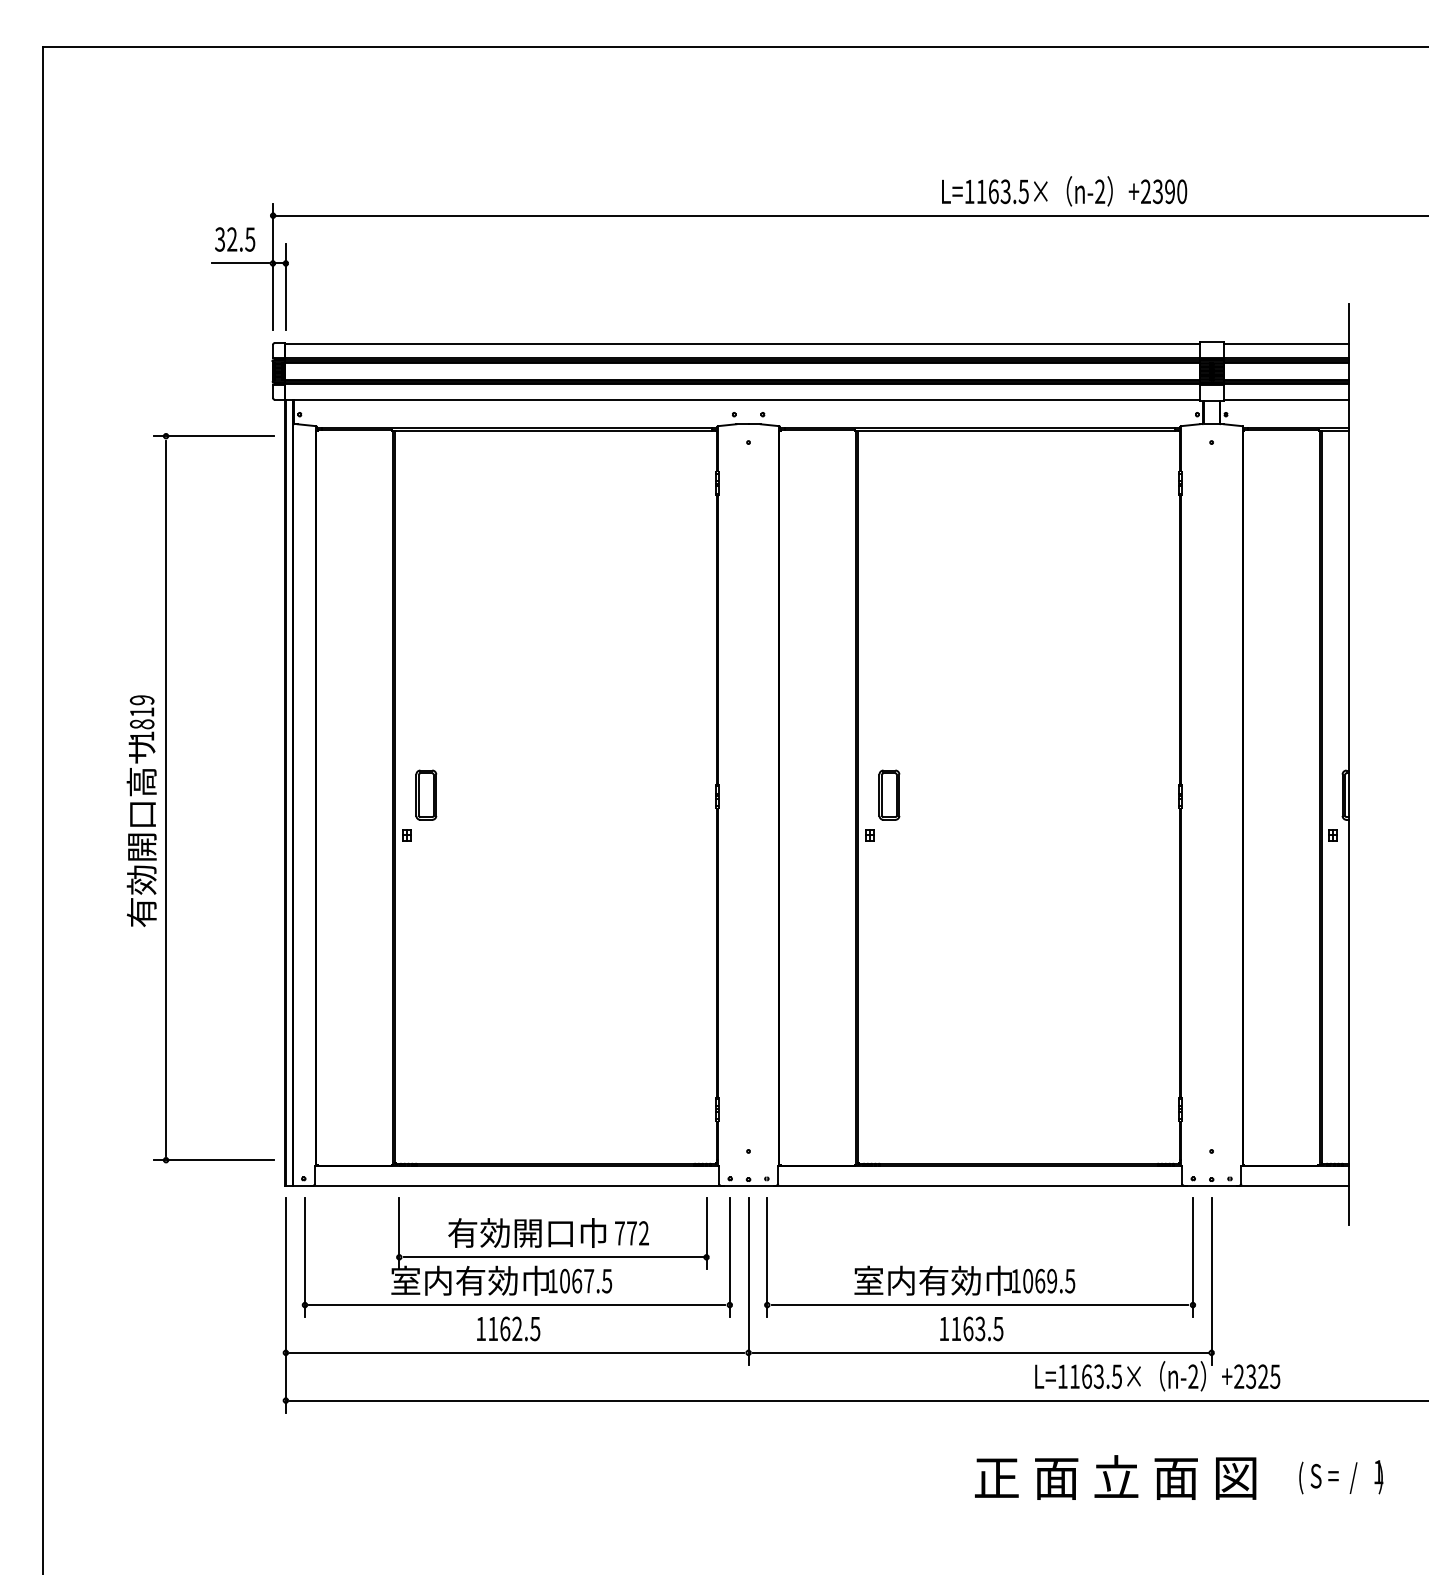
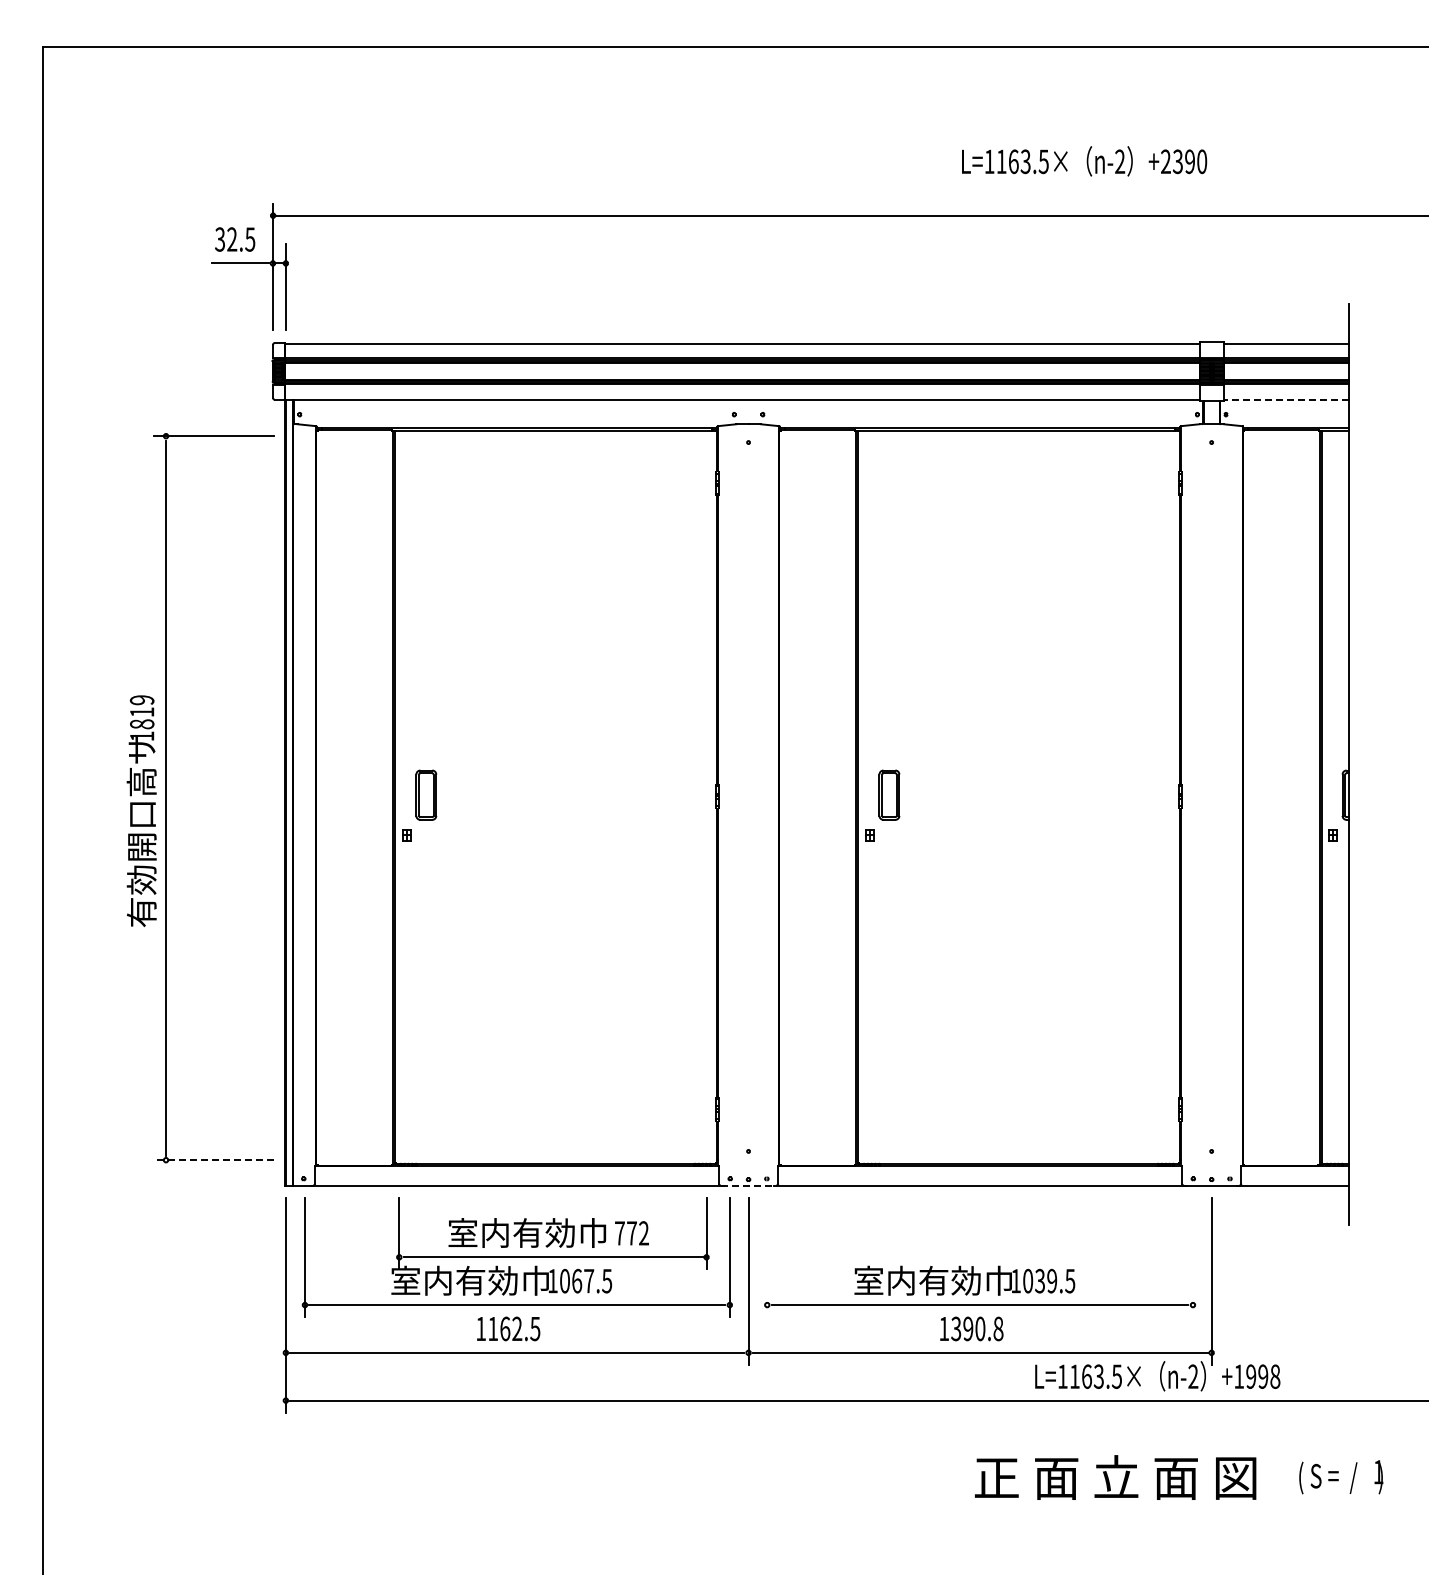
text at (1064, 191) position: (1064, 191) -> (1084, 161)
line at (1286, 399): solid -> dashed
line at (214, 1160): solid -> dashed
line at (748, 1185): solid -> dashed
text at (511, 1232): 有効開口巾 -> 室内有効巾
line at (767, 1257): present -> none
line at (1192, 1257): present -> none
text at (1040, 1280): 1069.5 -> 1039.5
text at (977, 1328): 1163.5 -> 1390.8
text at (1257, 1376): +2325 -> +1998
